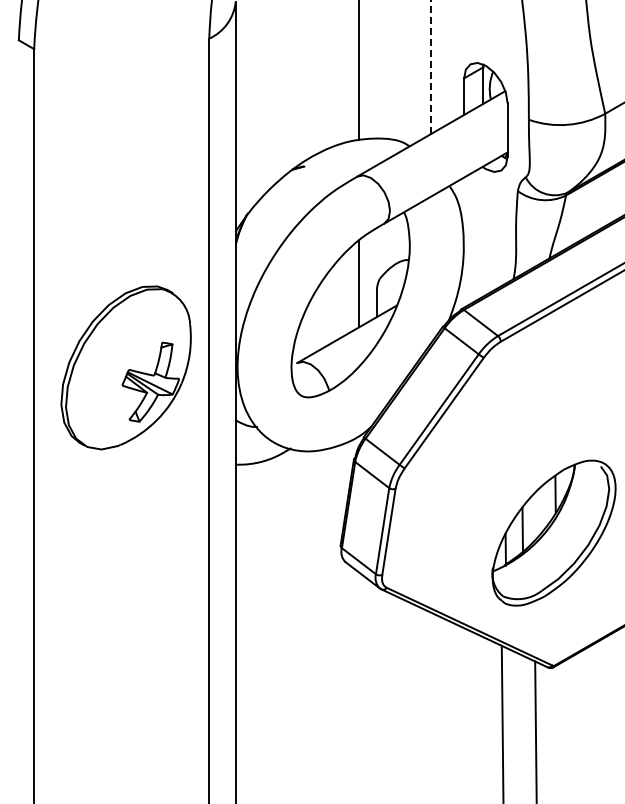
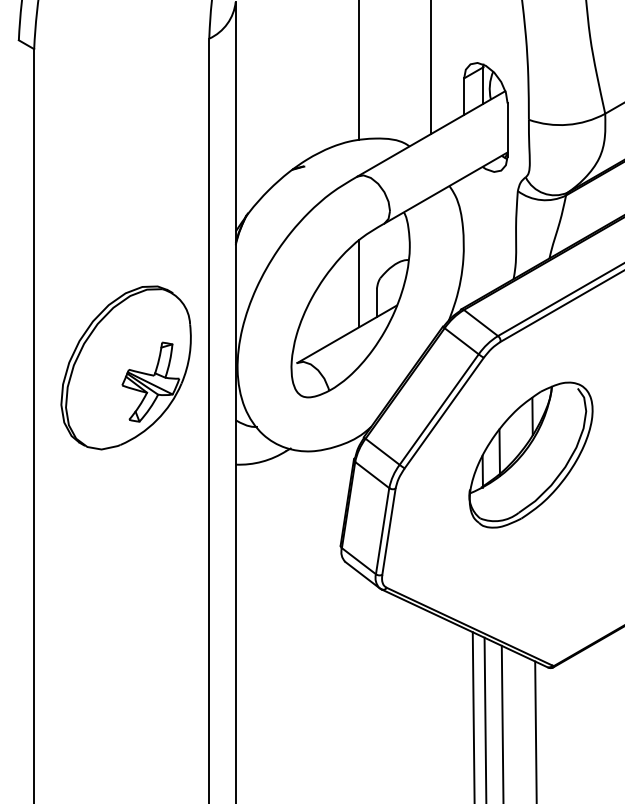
line at (430, 67): dashed -> solid
part at (553, 532) position: (553, 532) -> (530, 454)
line at (473, 716): none -> present
line at (485, 718): none -> present
